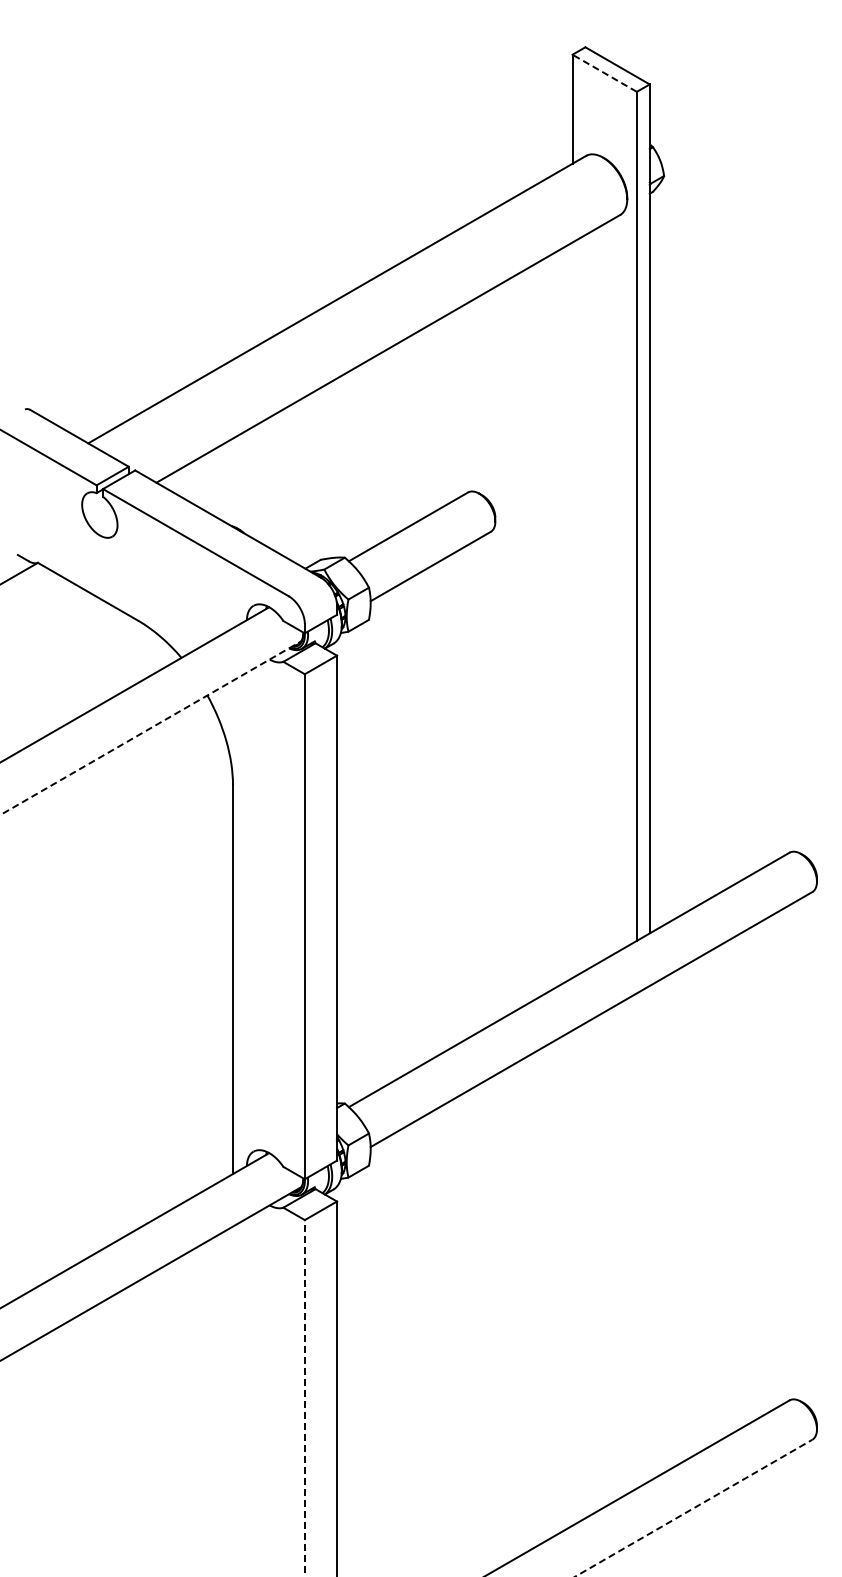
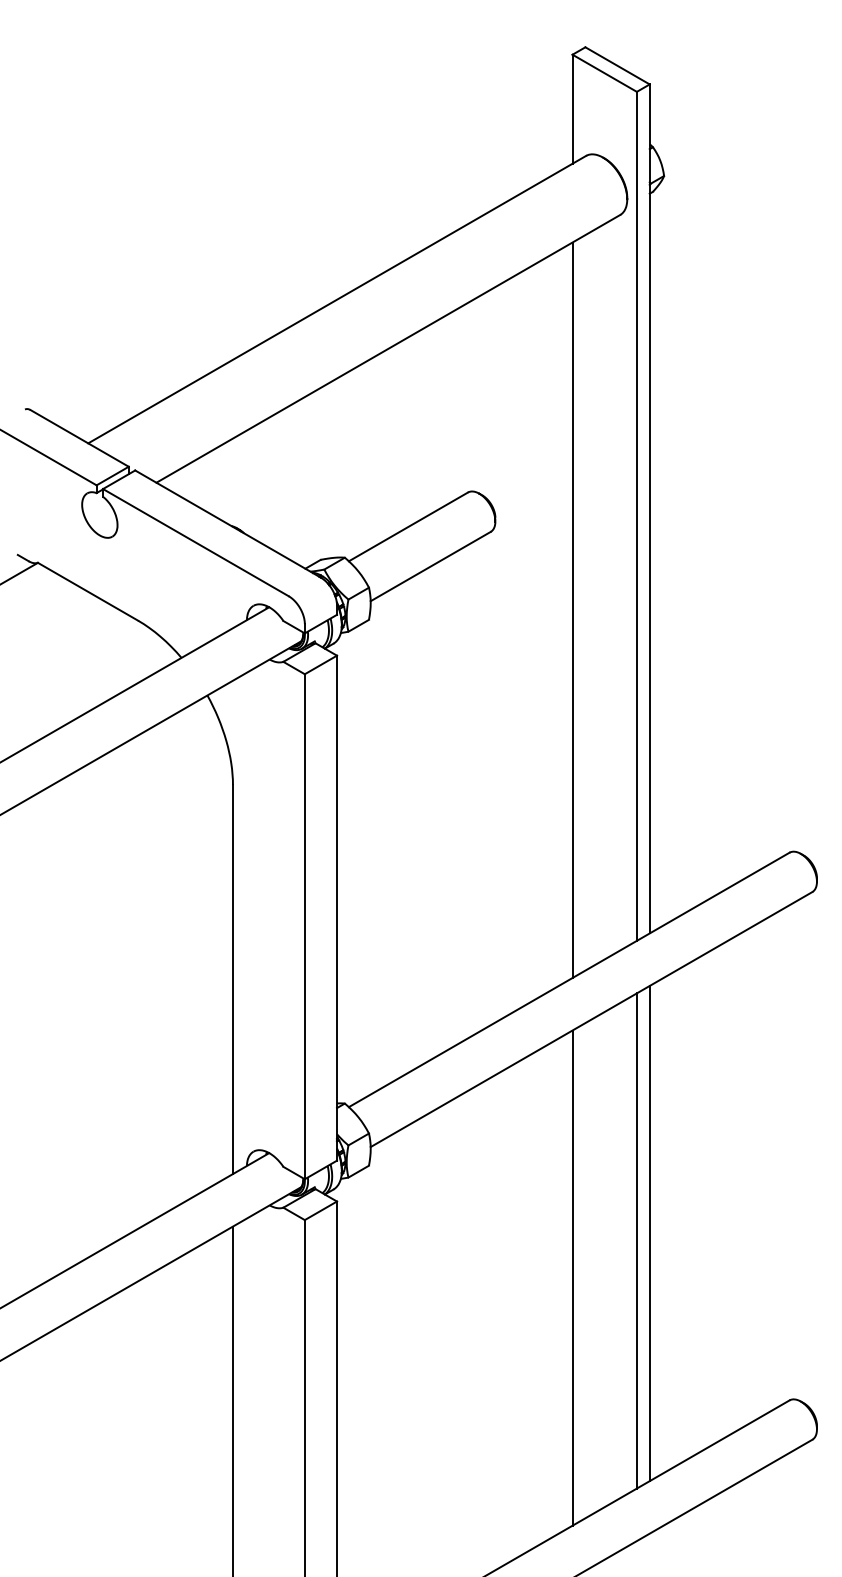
line at (604, 73): dashed -> solid
line at (572, 610): none -> present
line at (150, 728): dashed -> solid
line at (649, 1233): none -> present
line at (636, 1240): none -> present
line at (572, 1277): none -> present
line at (304, 1398): dashed -> solid
line at (232, 1399): none -> present
line at (693, 1508): dashed -> solid
